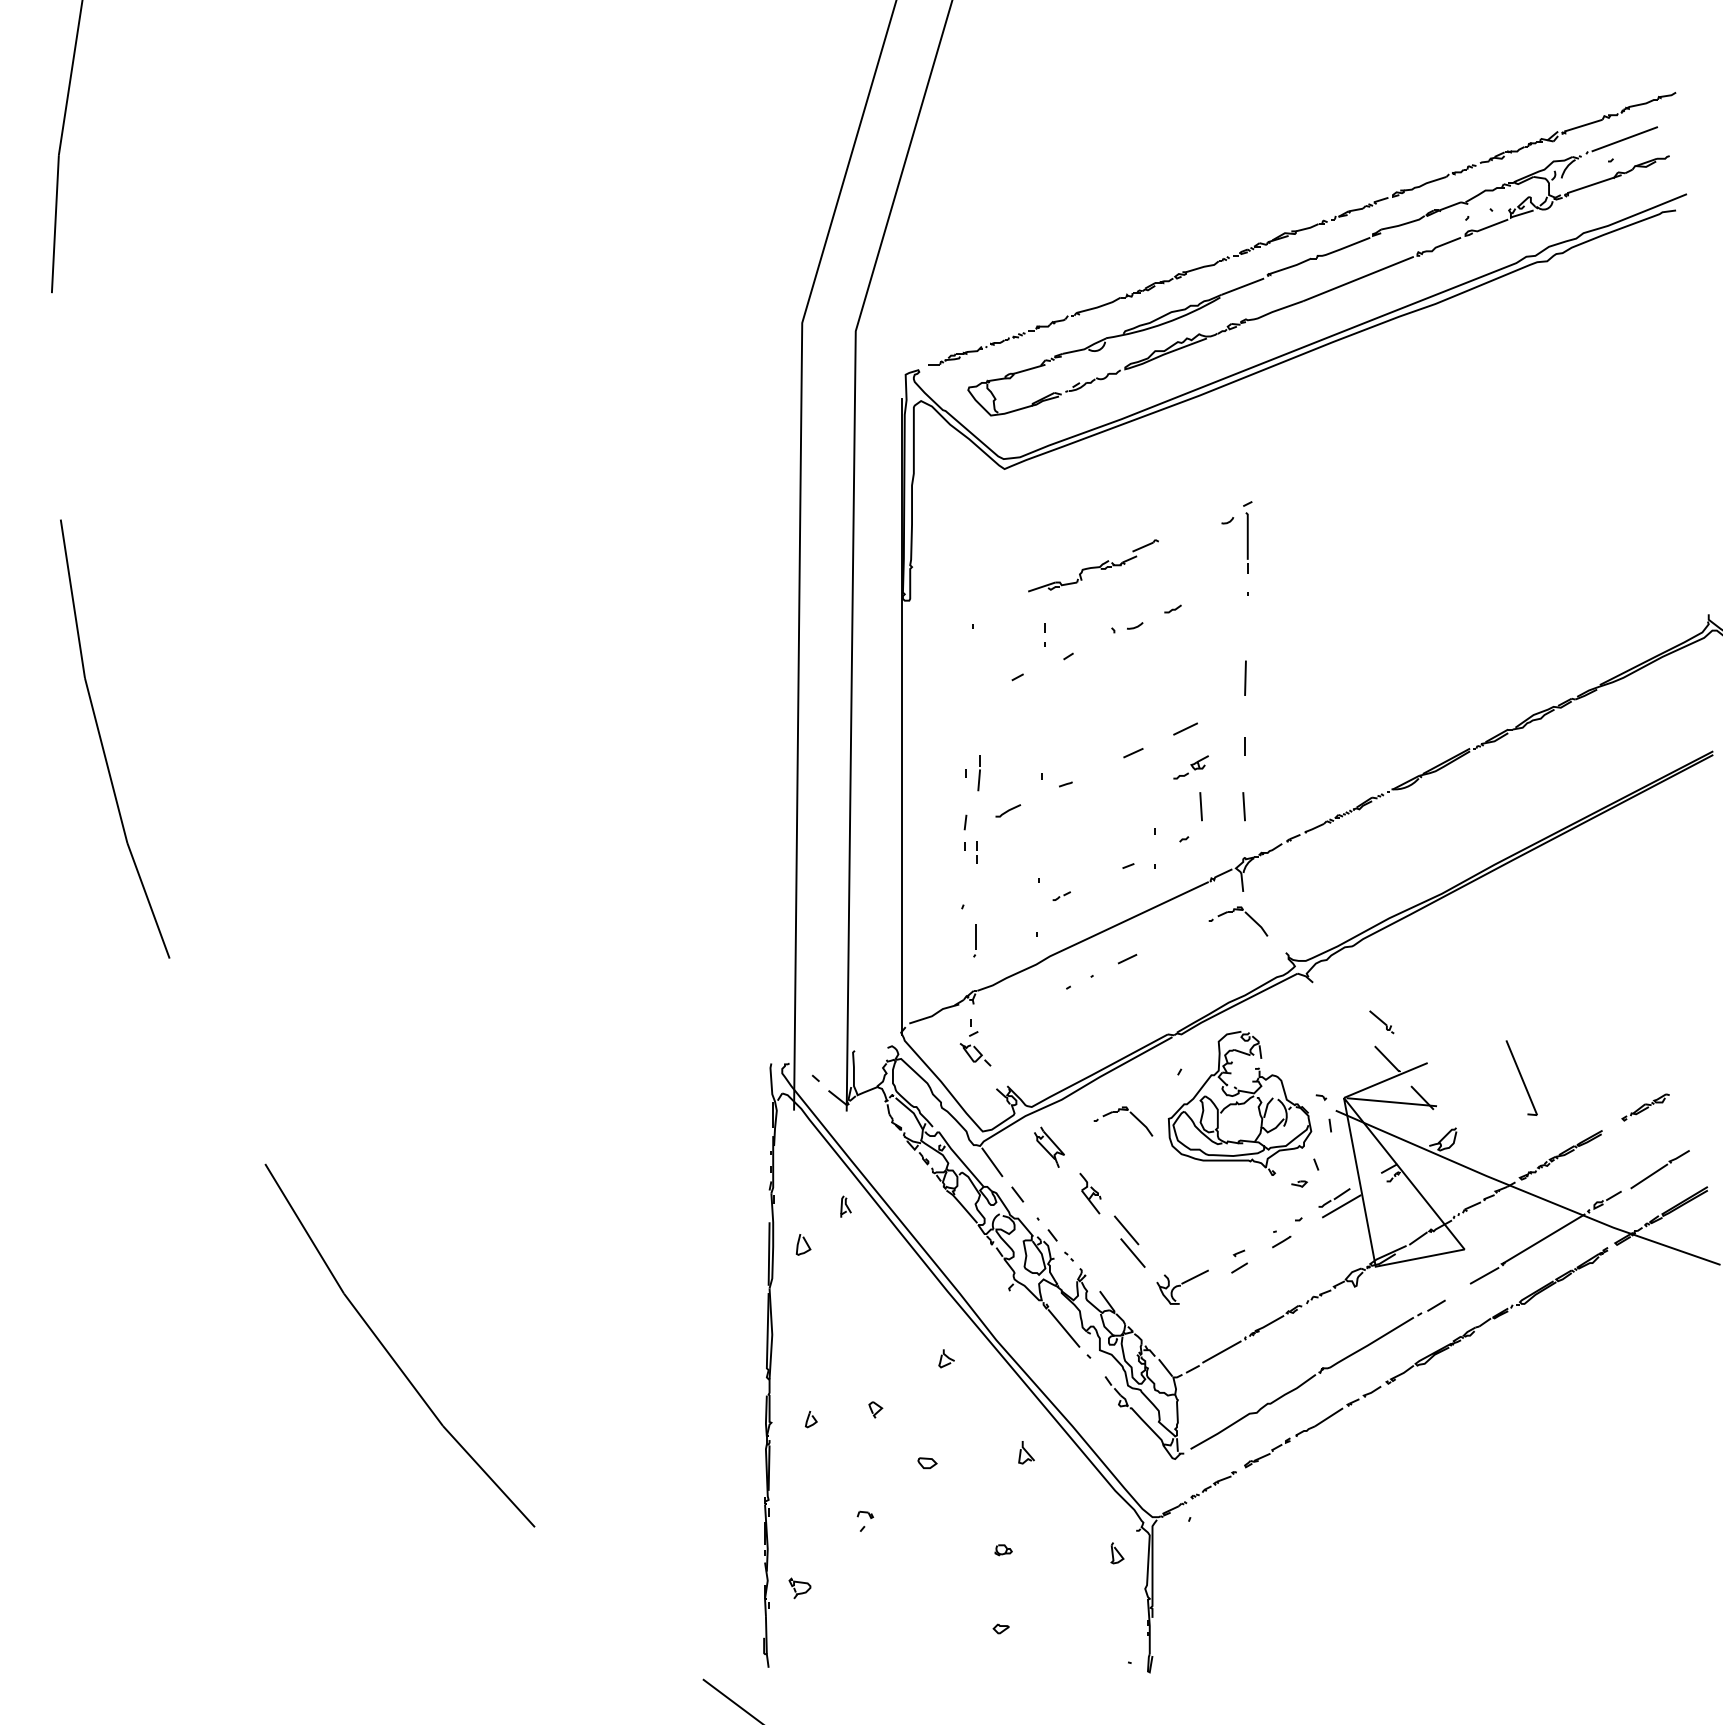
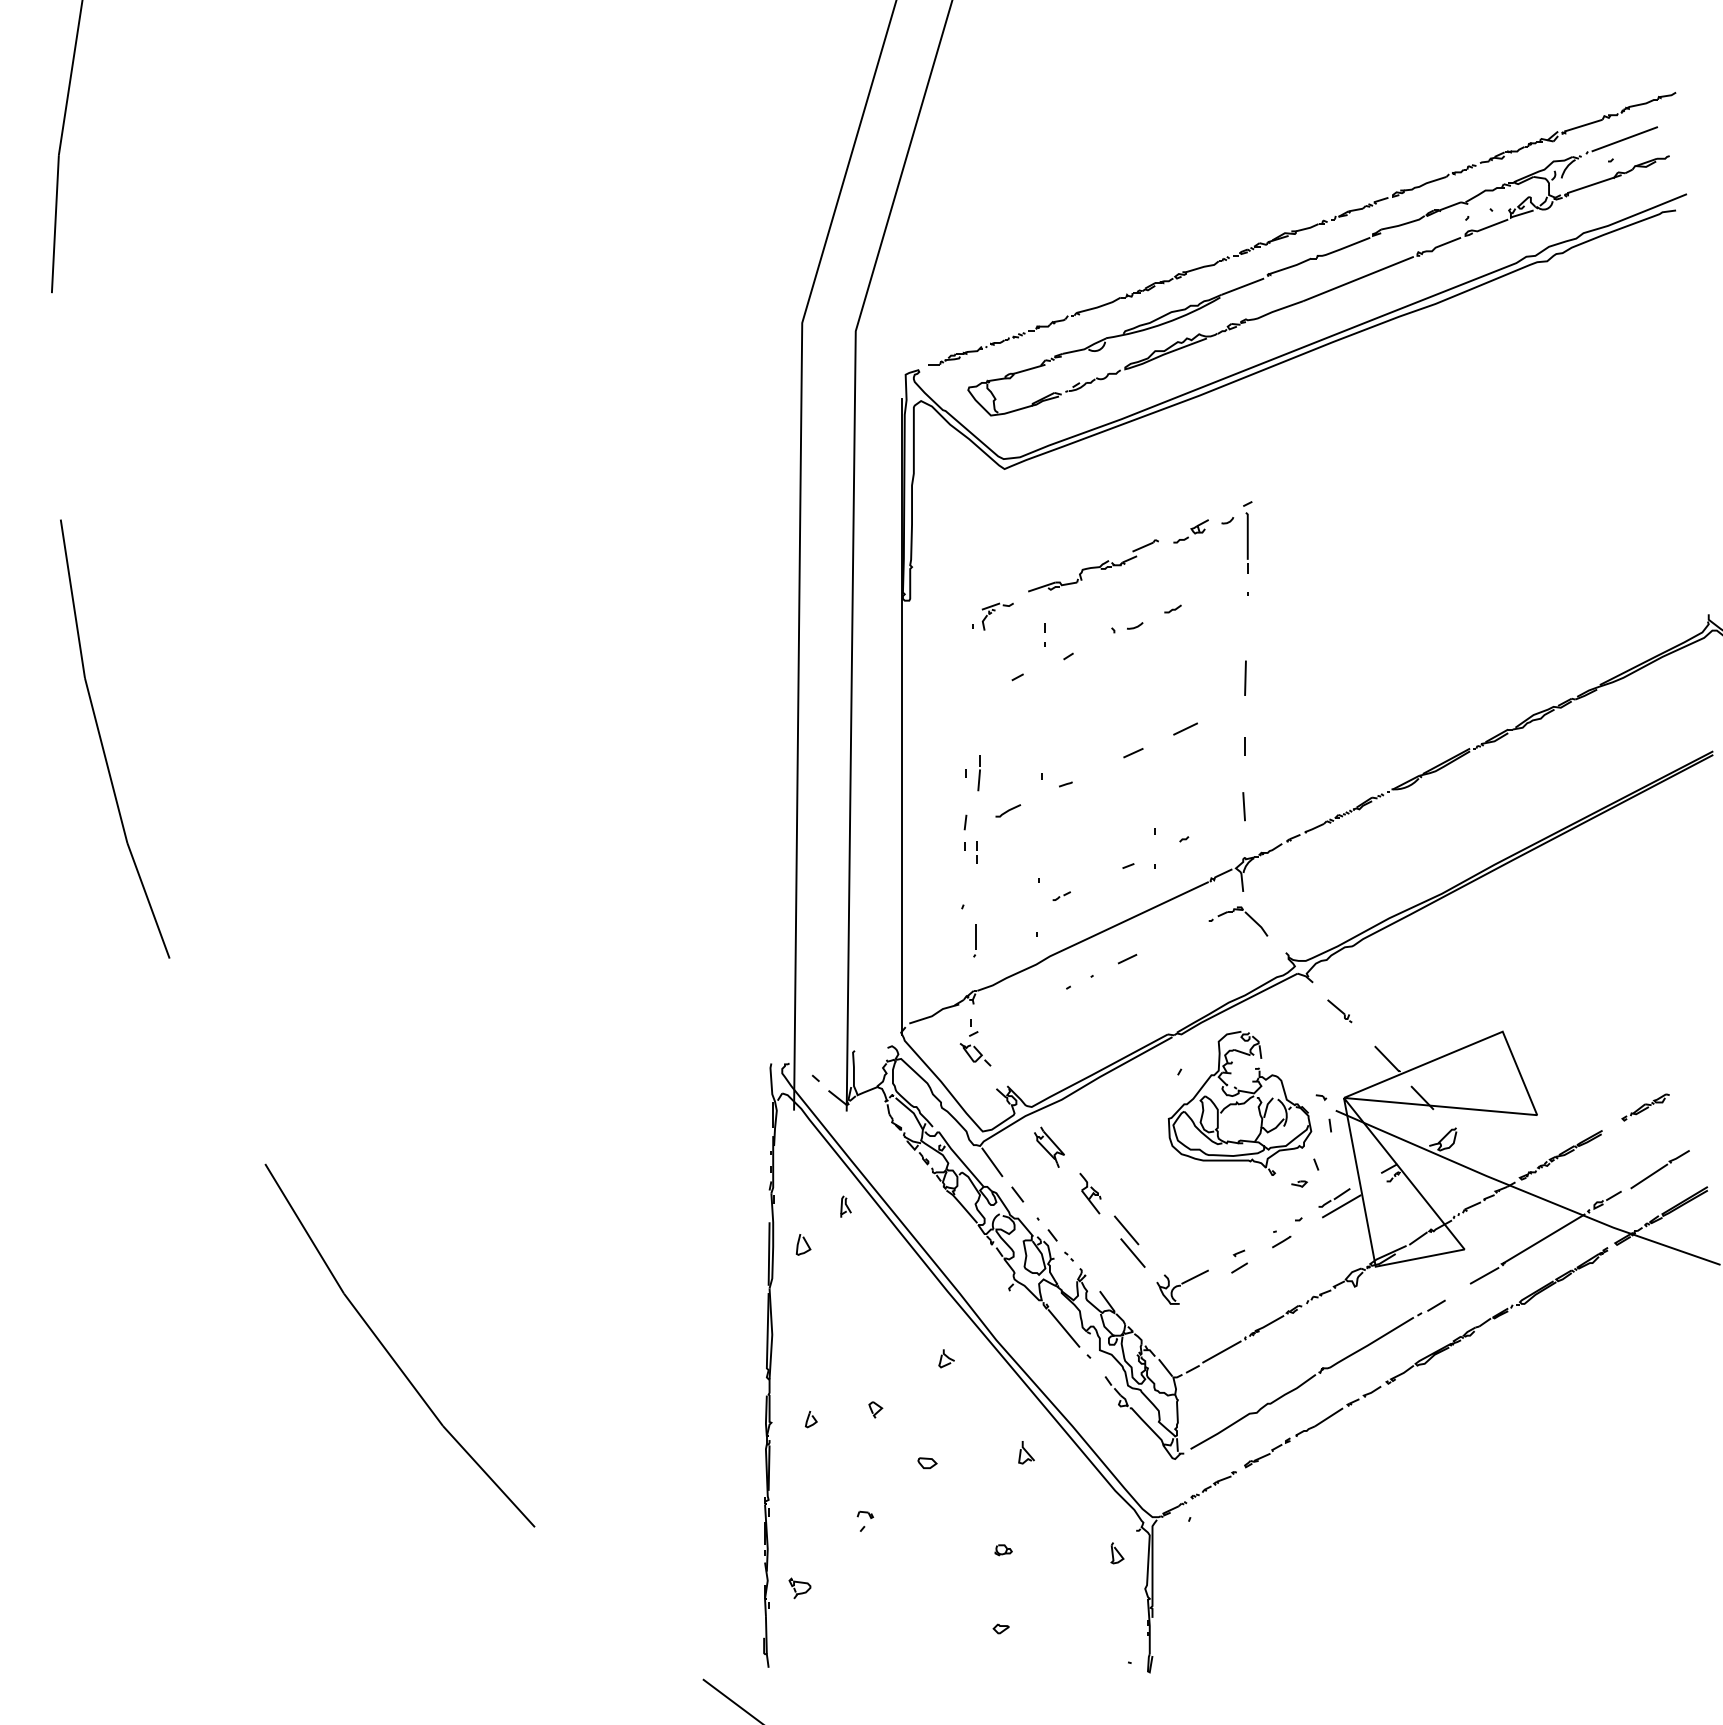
part at (997, 616): none -> present
part at (1190, 767) position: (1190, 767) -> (1190, 531)
line at (1200, 806): present -> none
part at (1381, 1022) position: (1381, 1022) -> (1339, 1011)
line at (1524, 1083): dashed -> solid
part at (1130, 1113): present -> none
